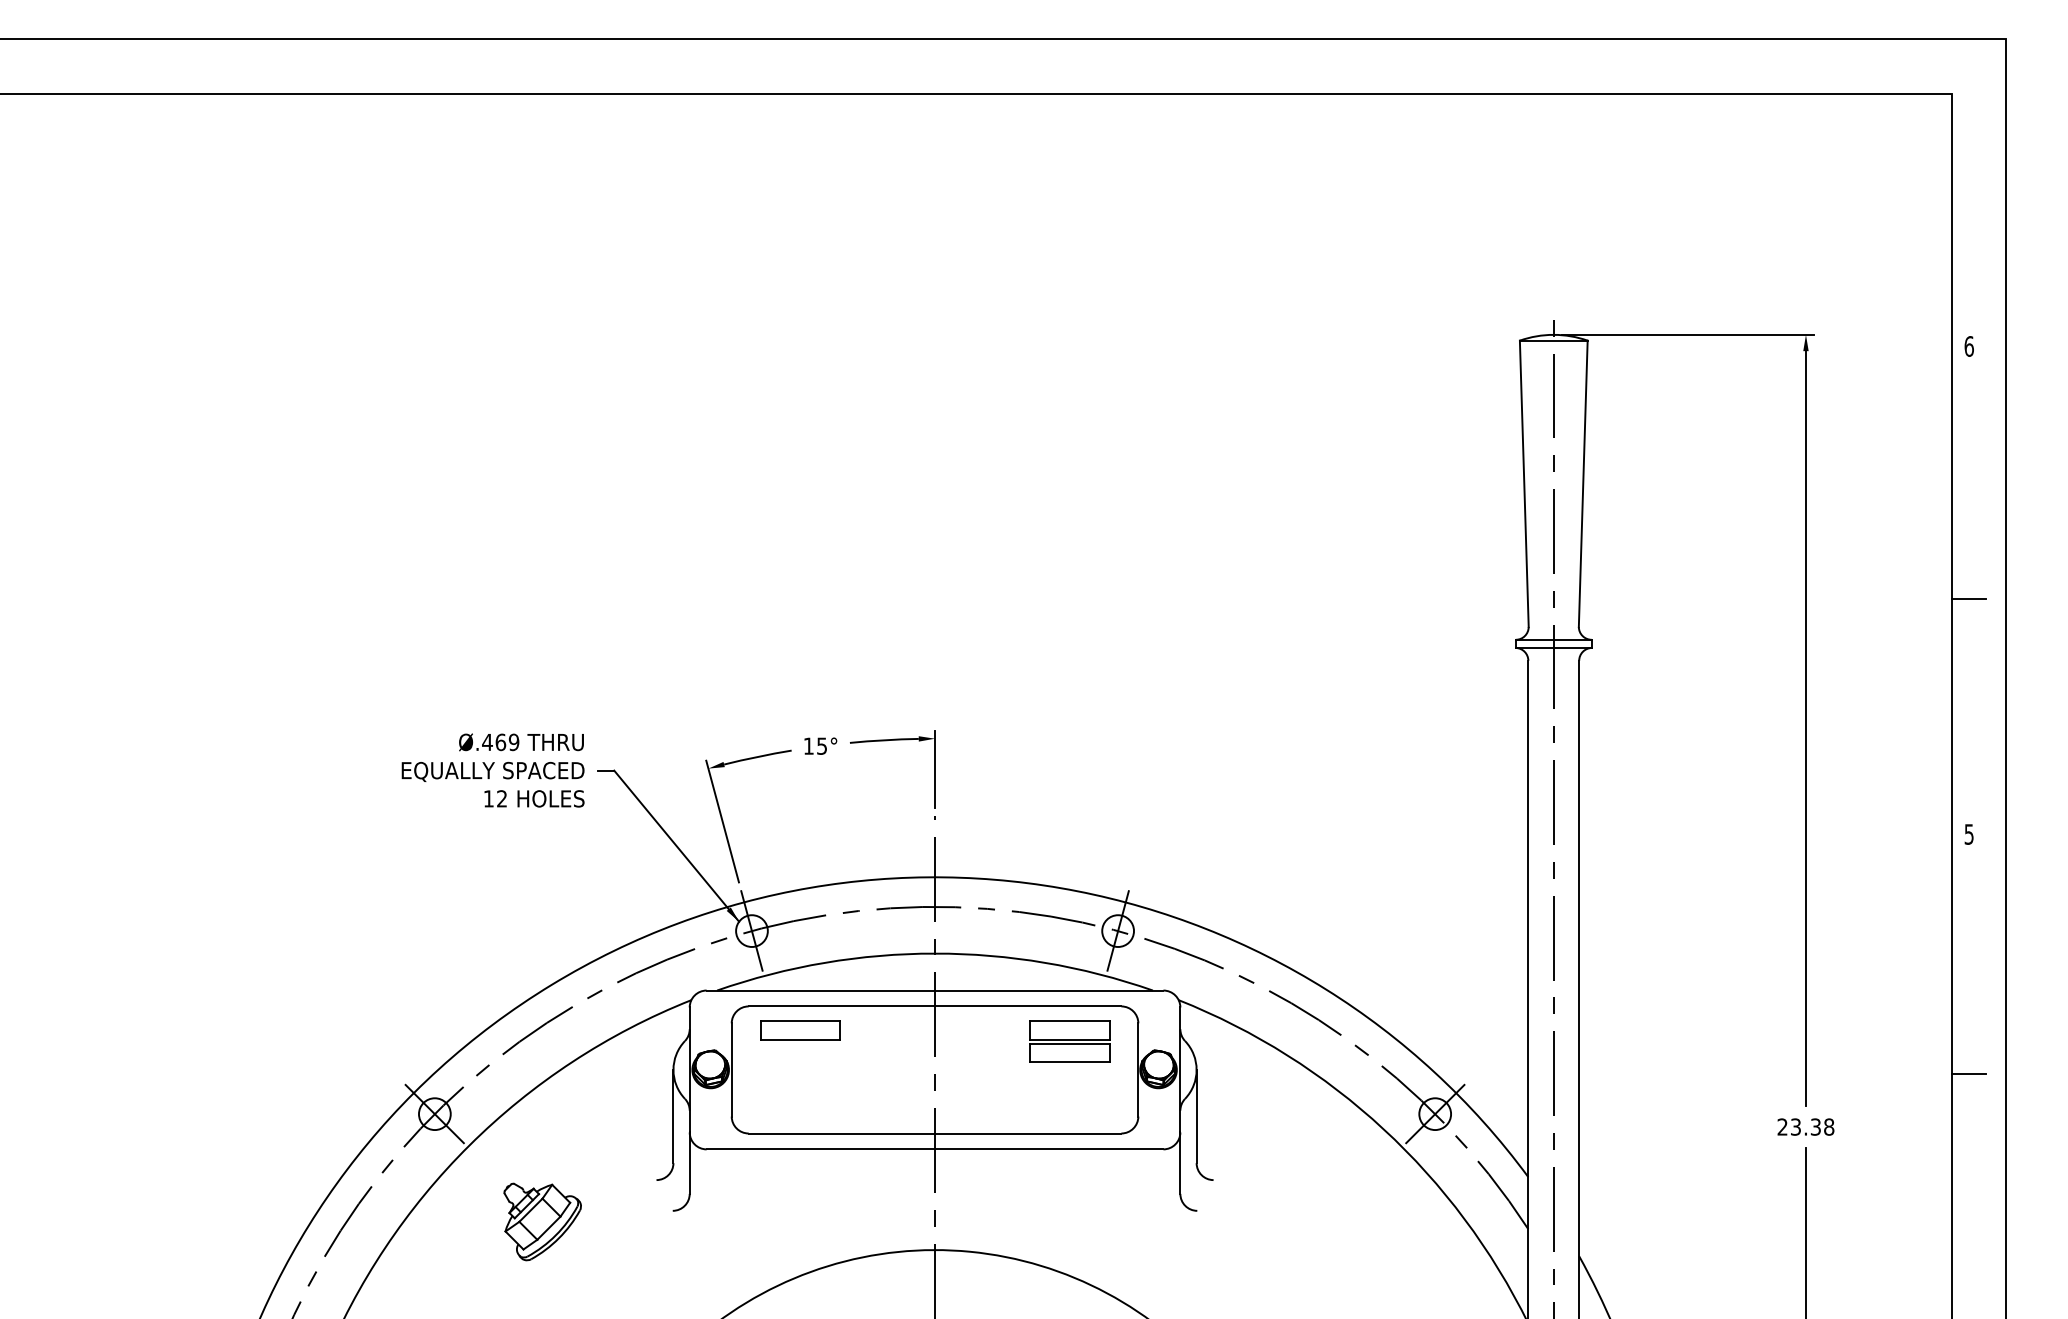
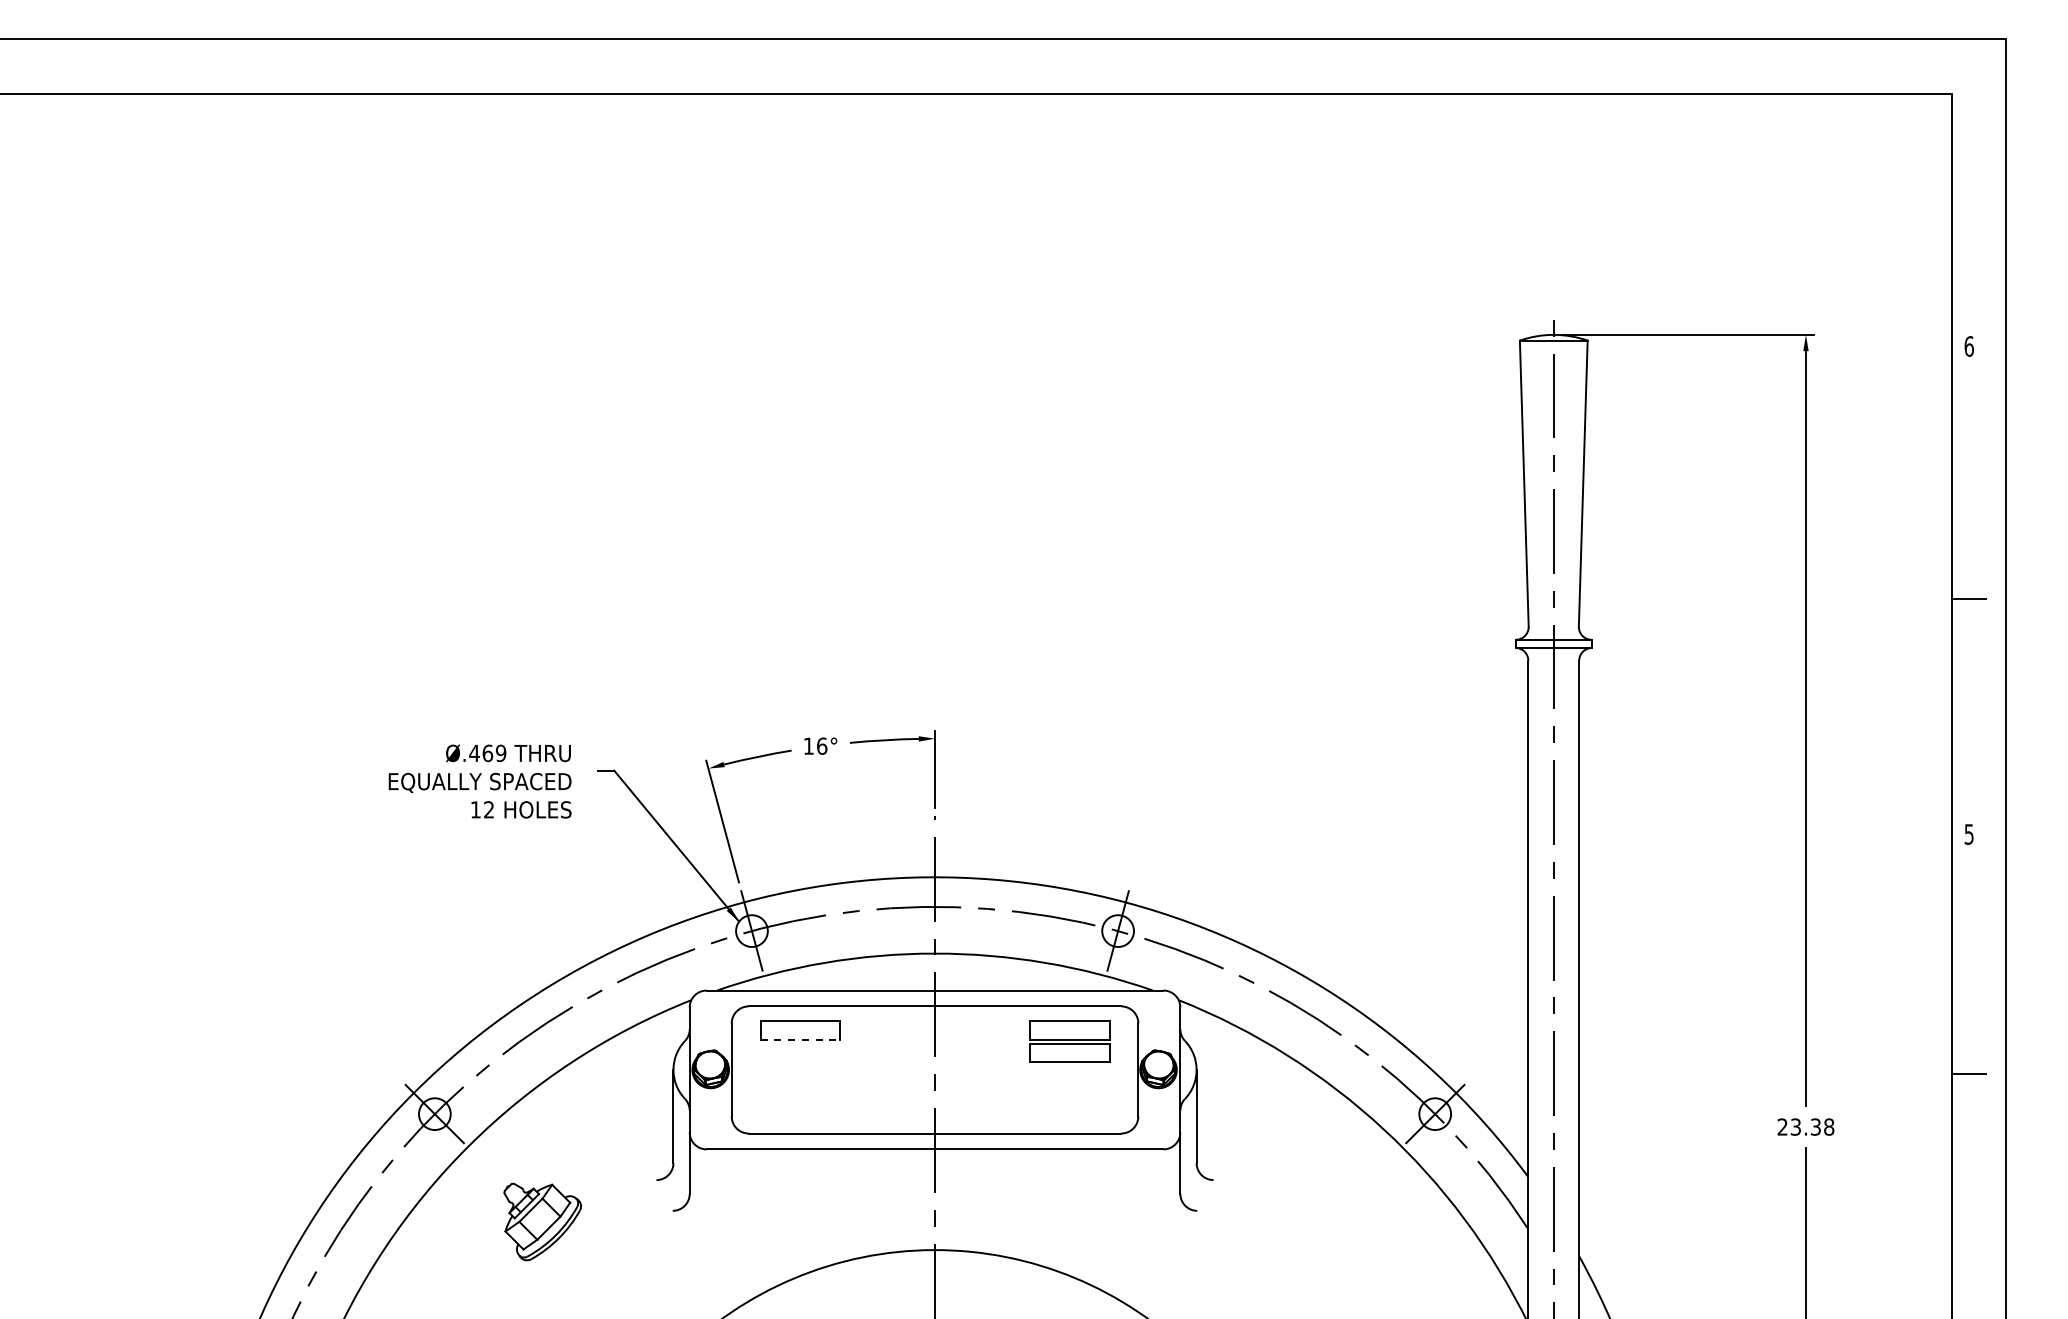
text at (822, 745): 15° -> 16°
text at (492, 770) position: (492, 770) -> (479, 781)
line at (800, 1039): solid -> dashed
